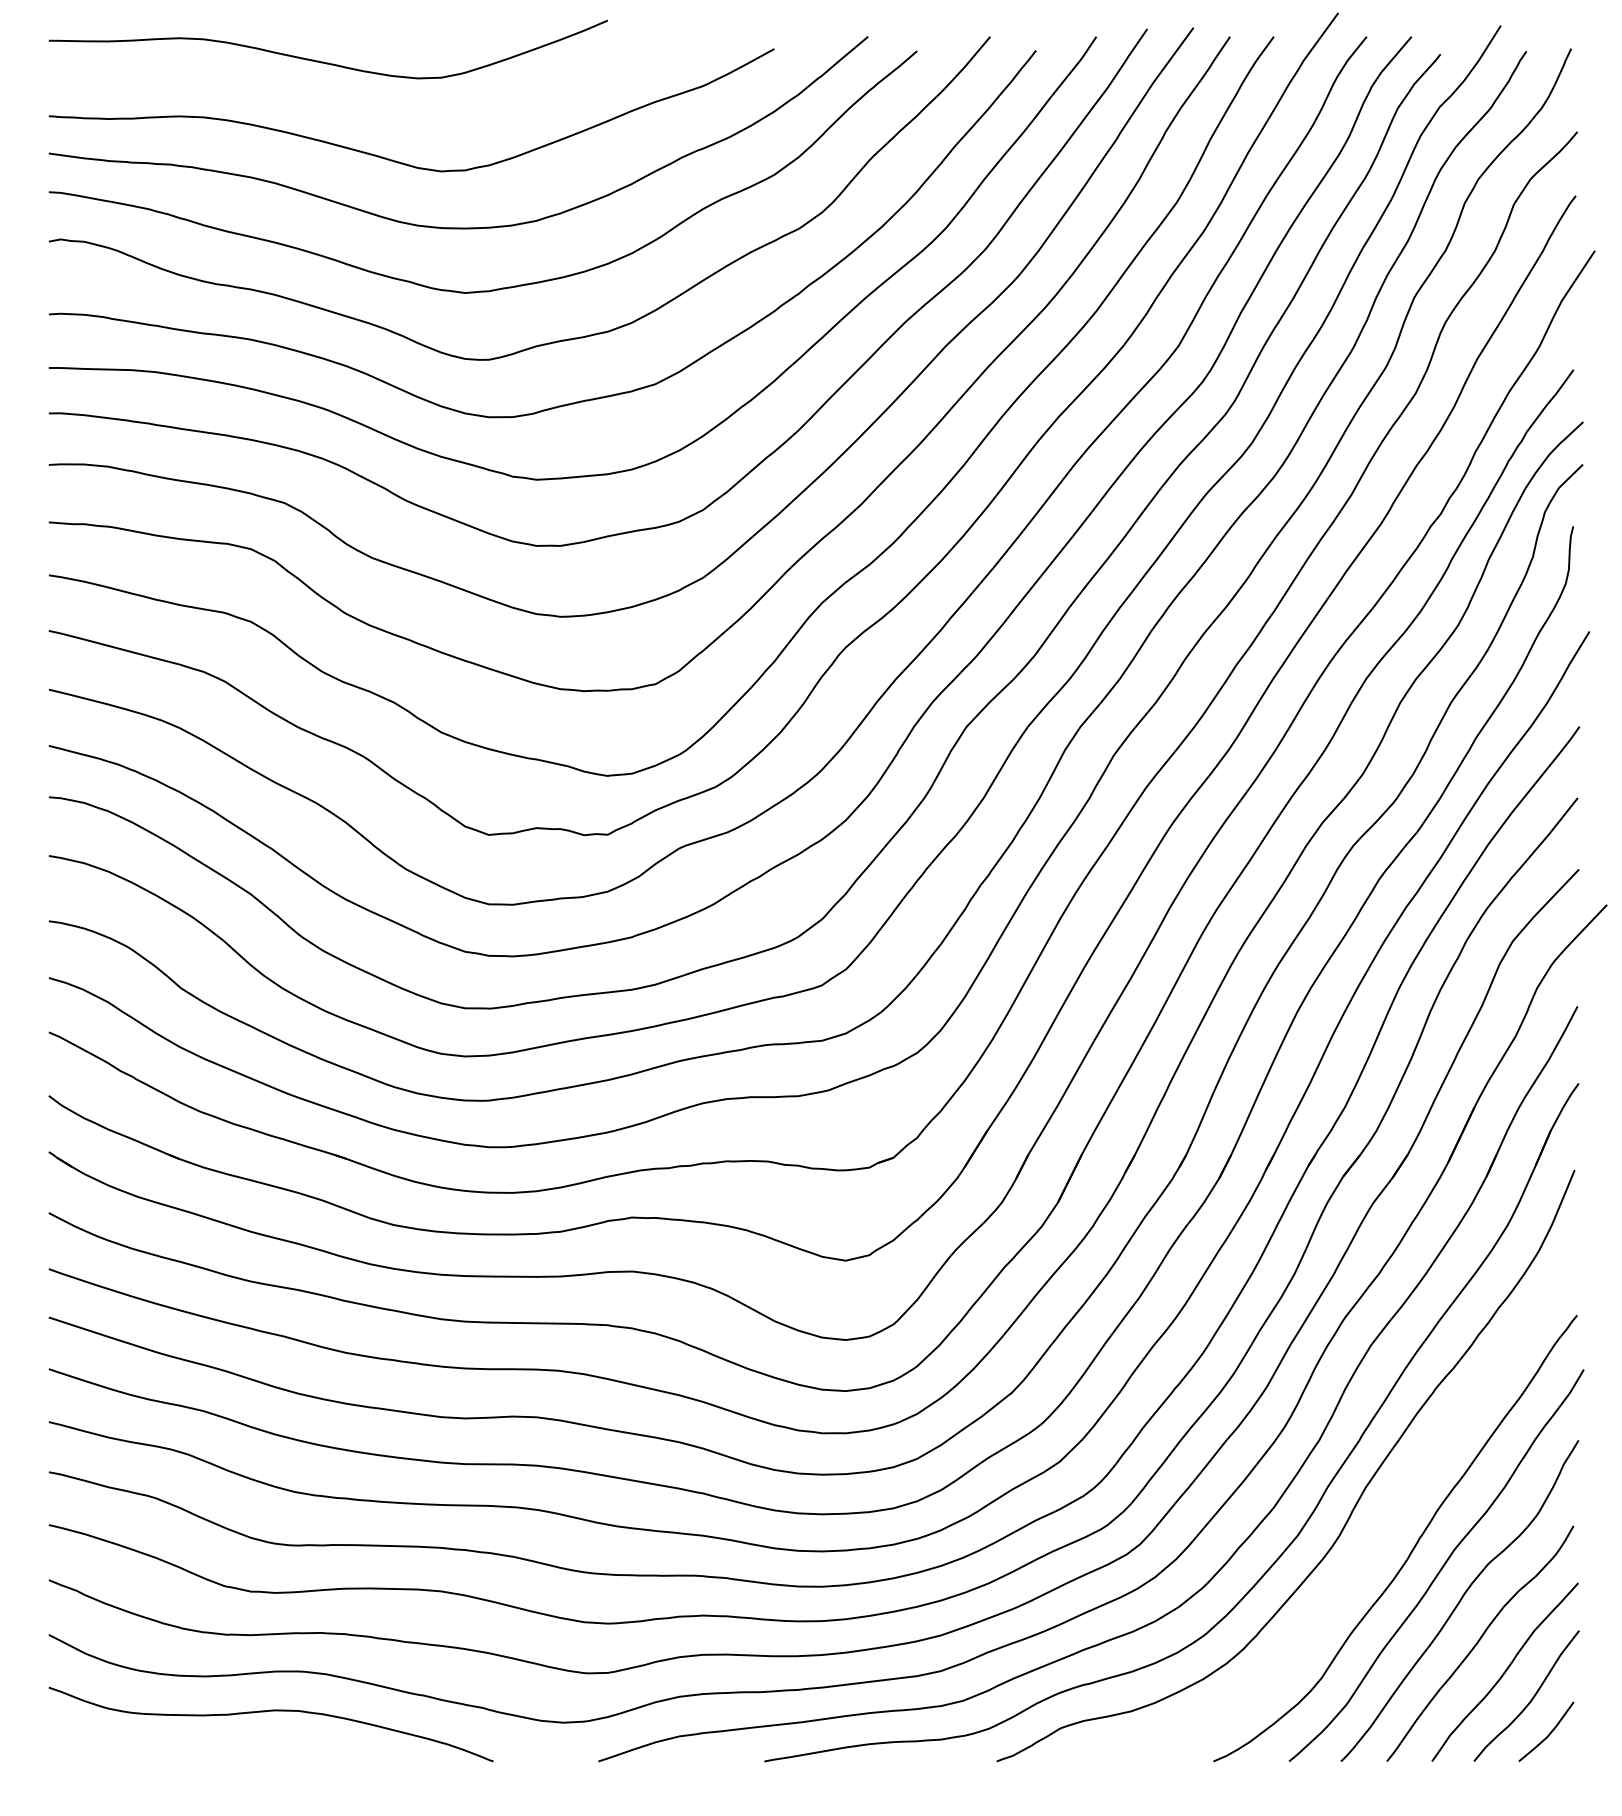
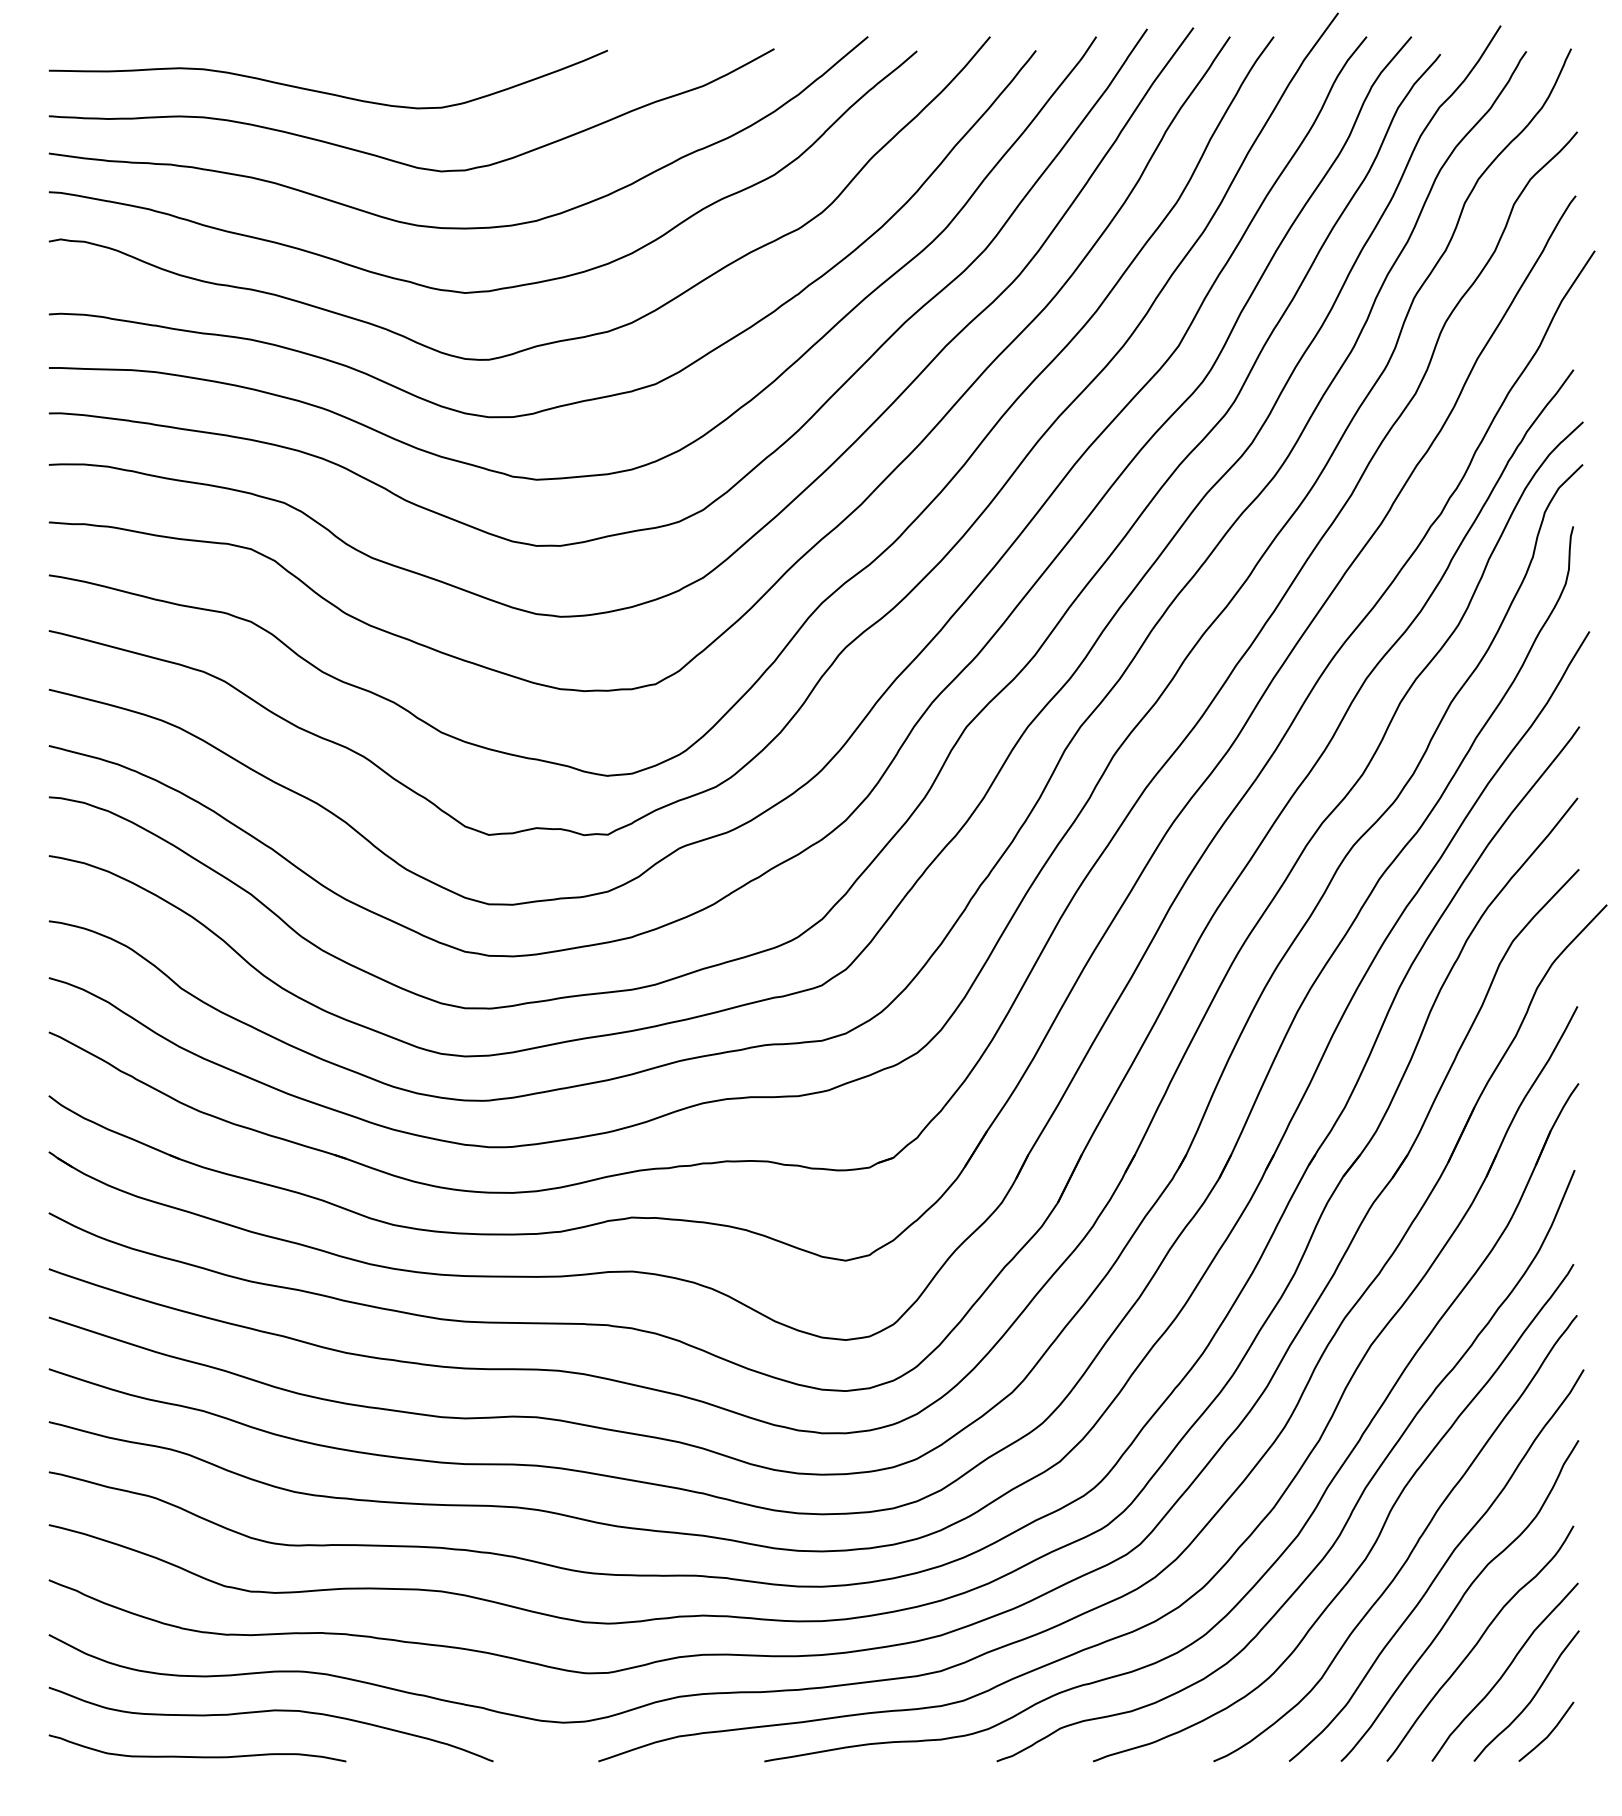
curve at (323, 61) position: (323, 61) -> (323, 91)
curve at (1377, 1536): none -> present
curve at (197, 1756): none -> present
